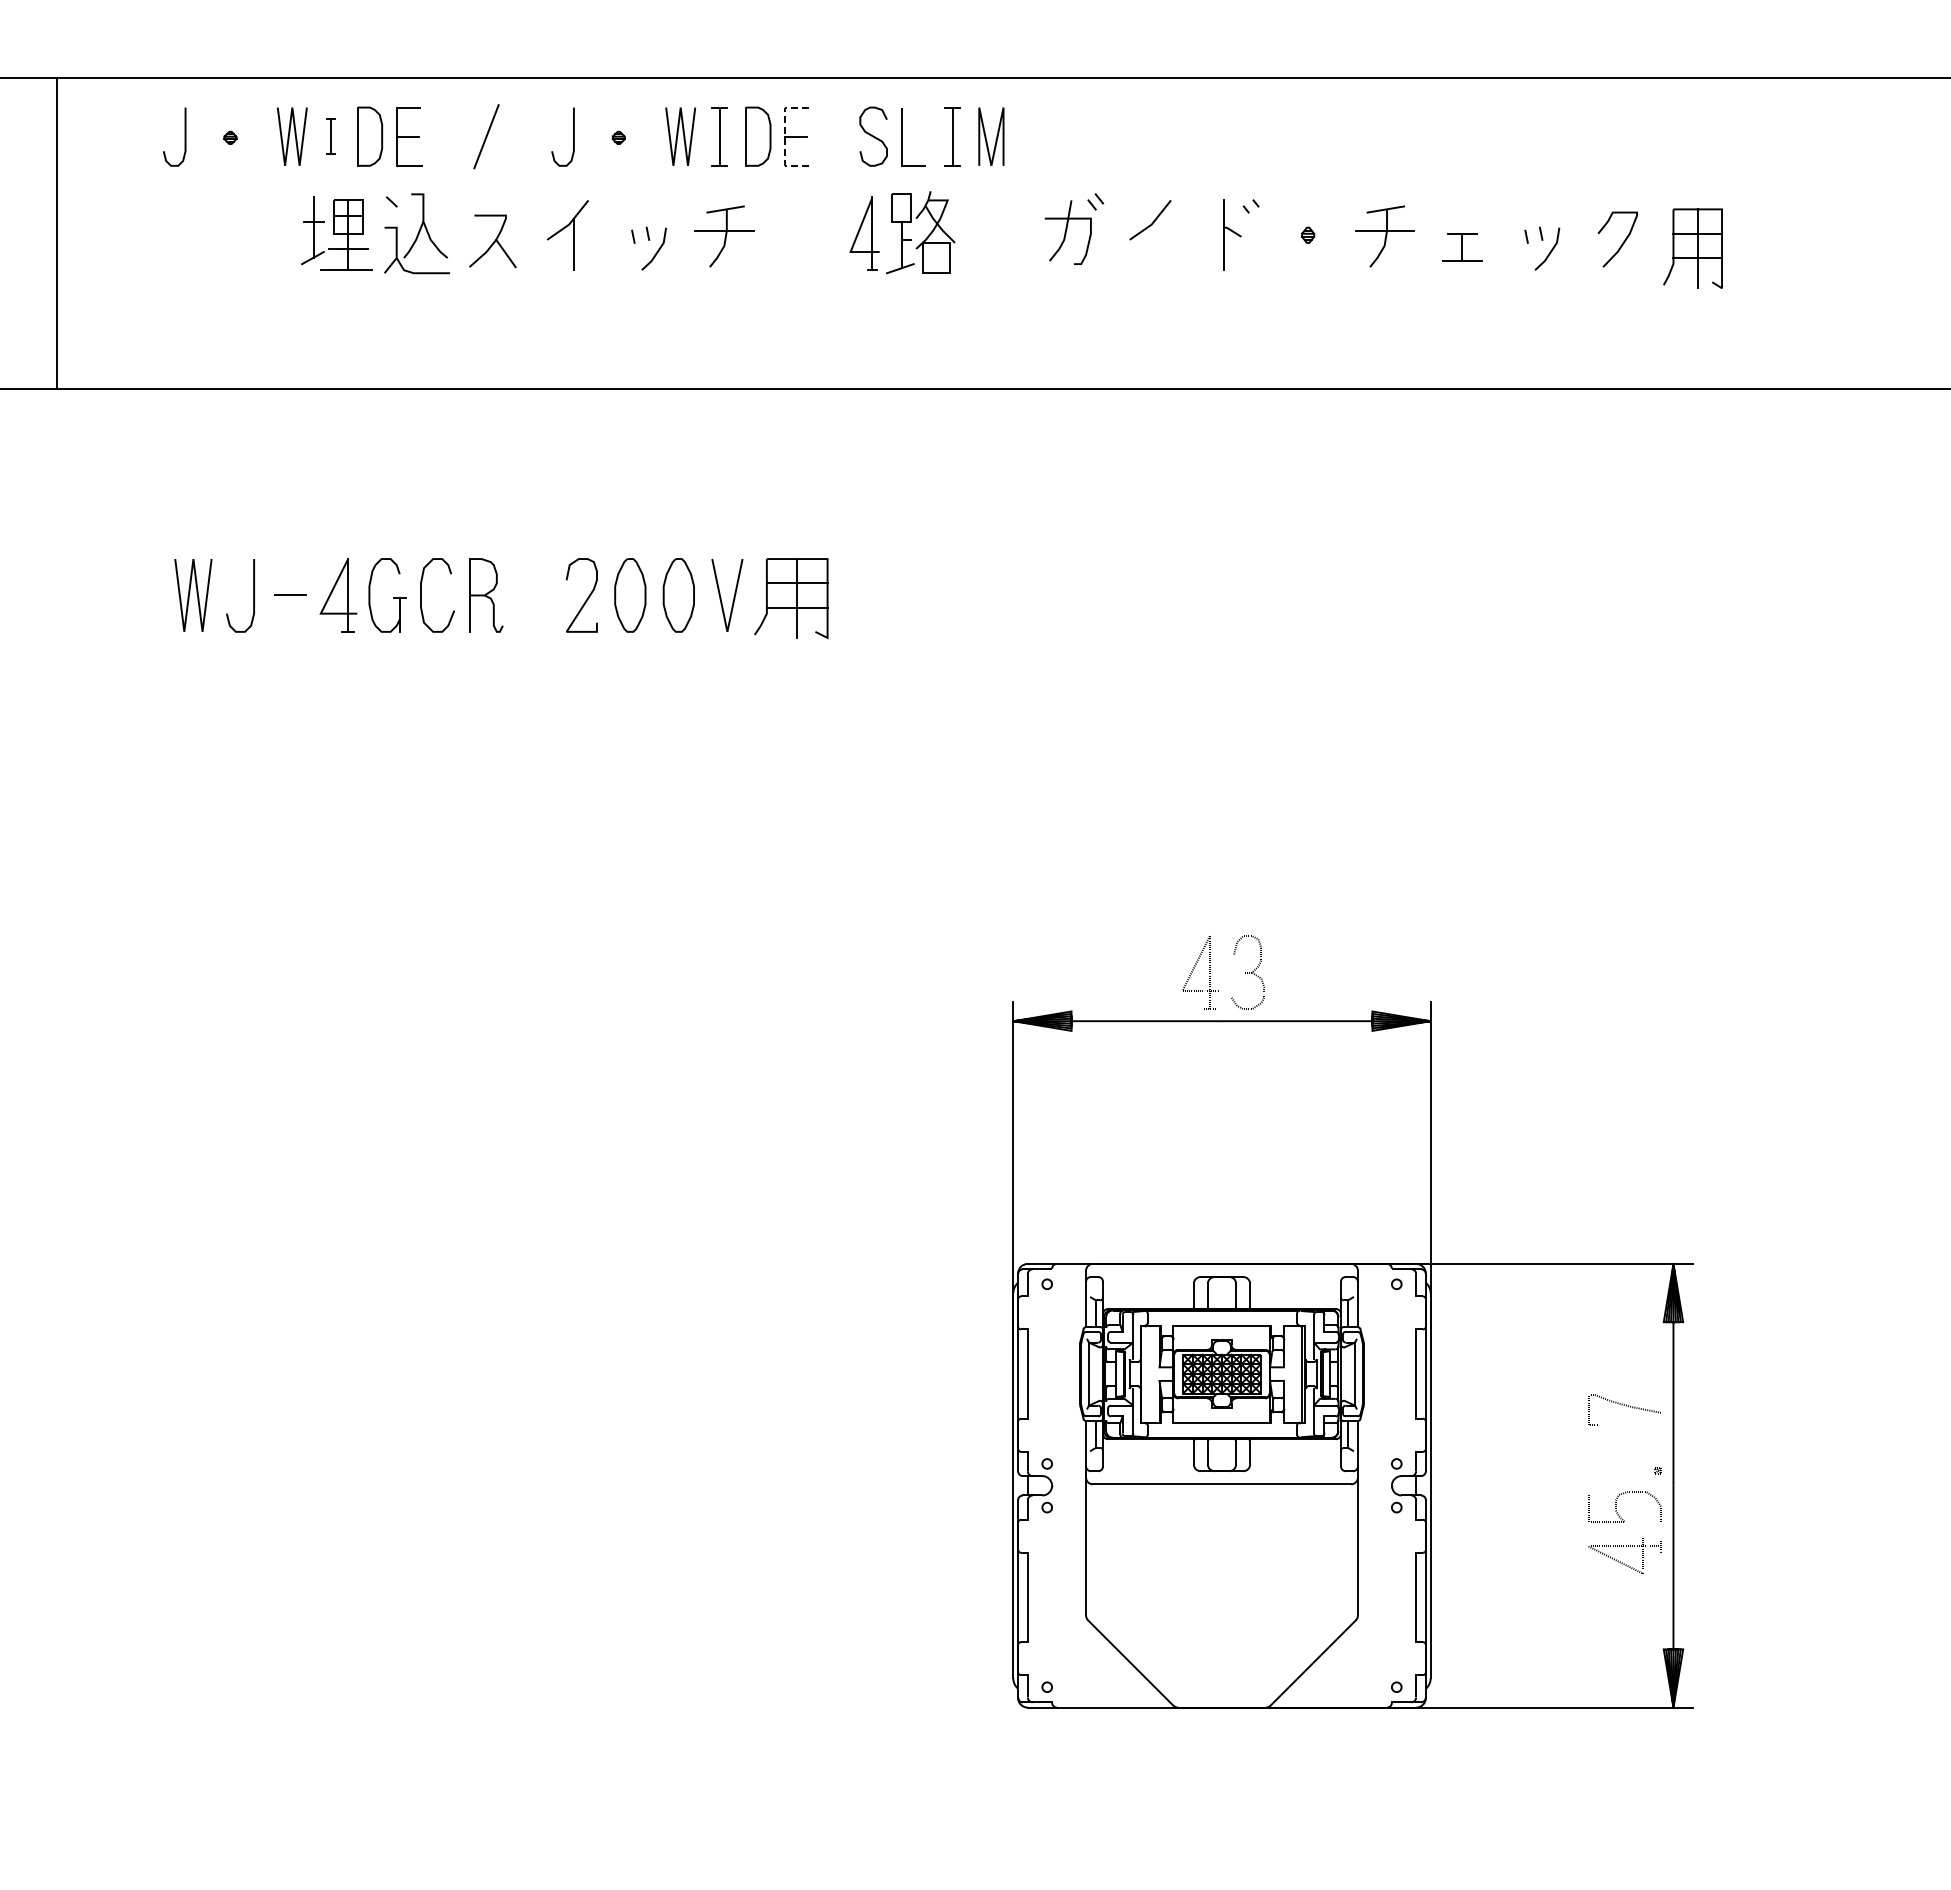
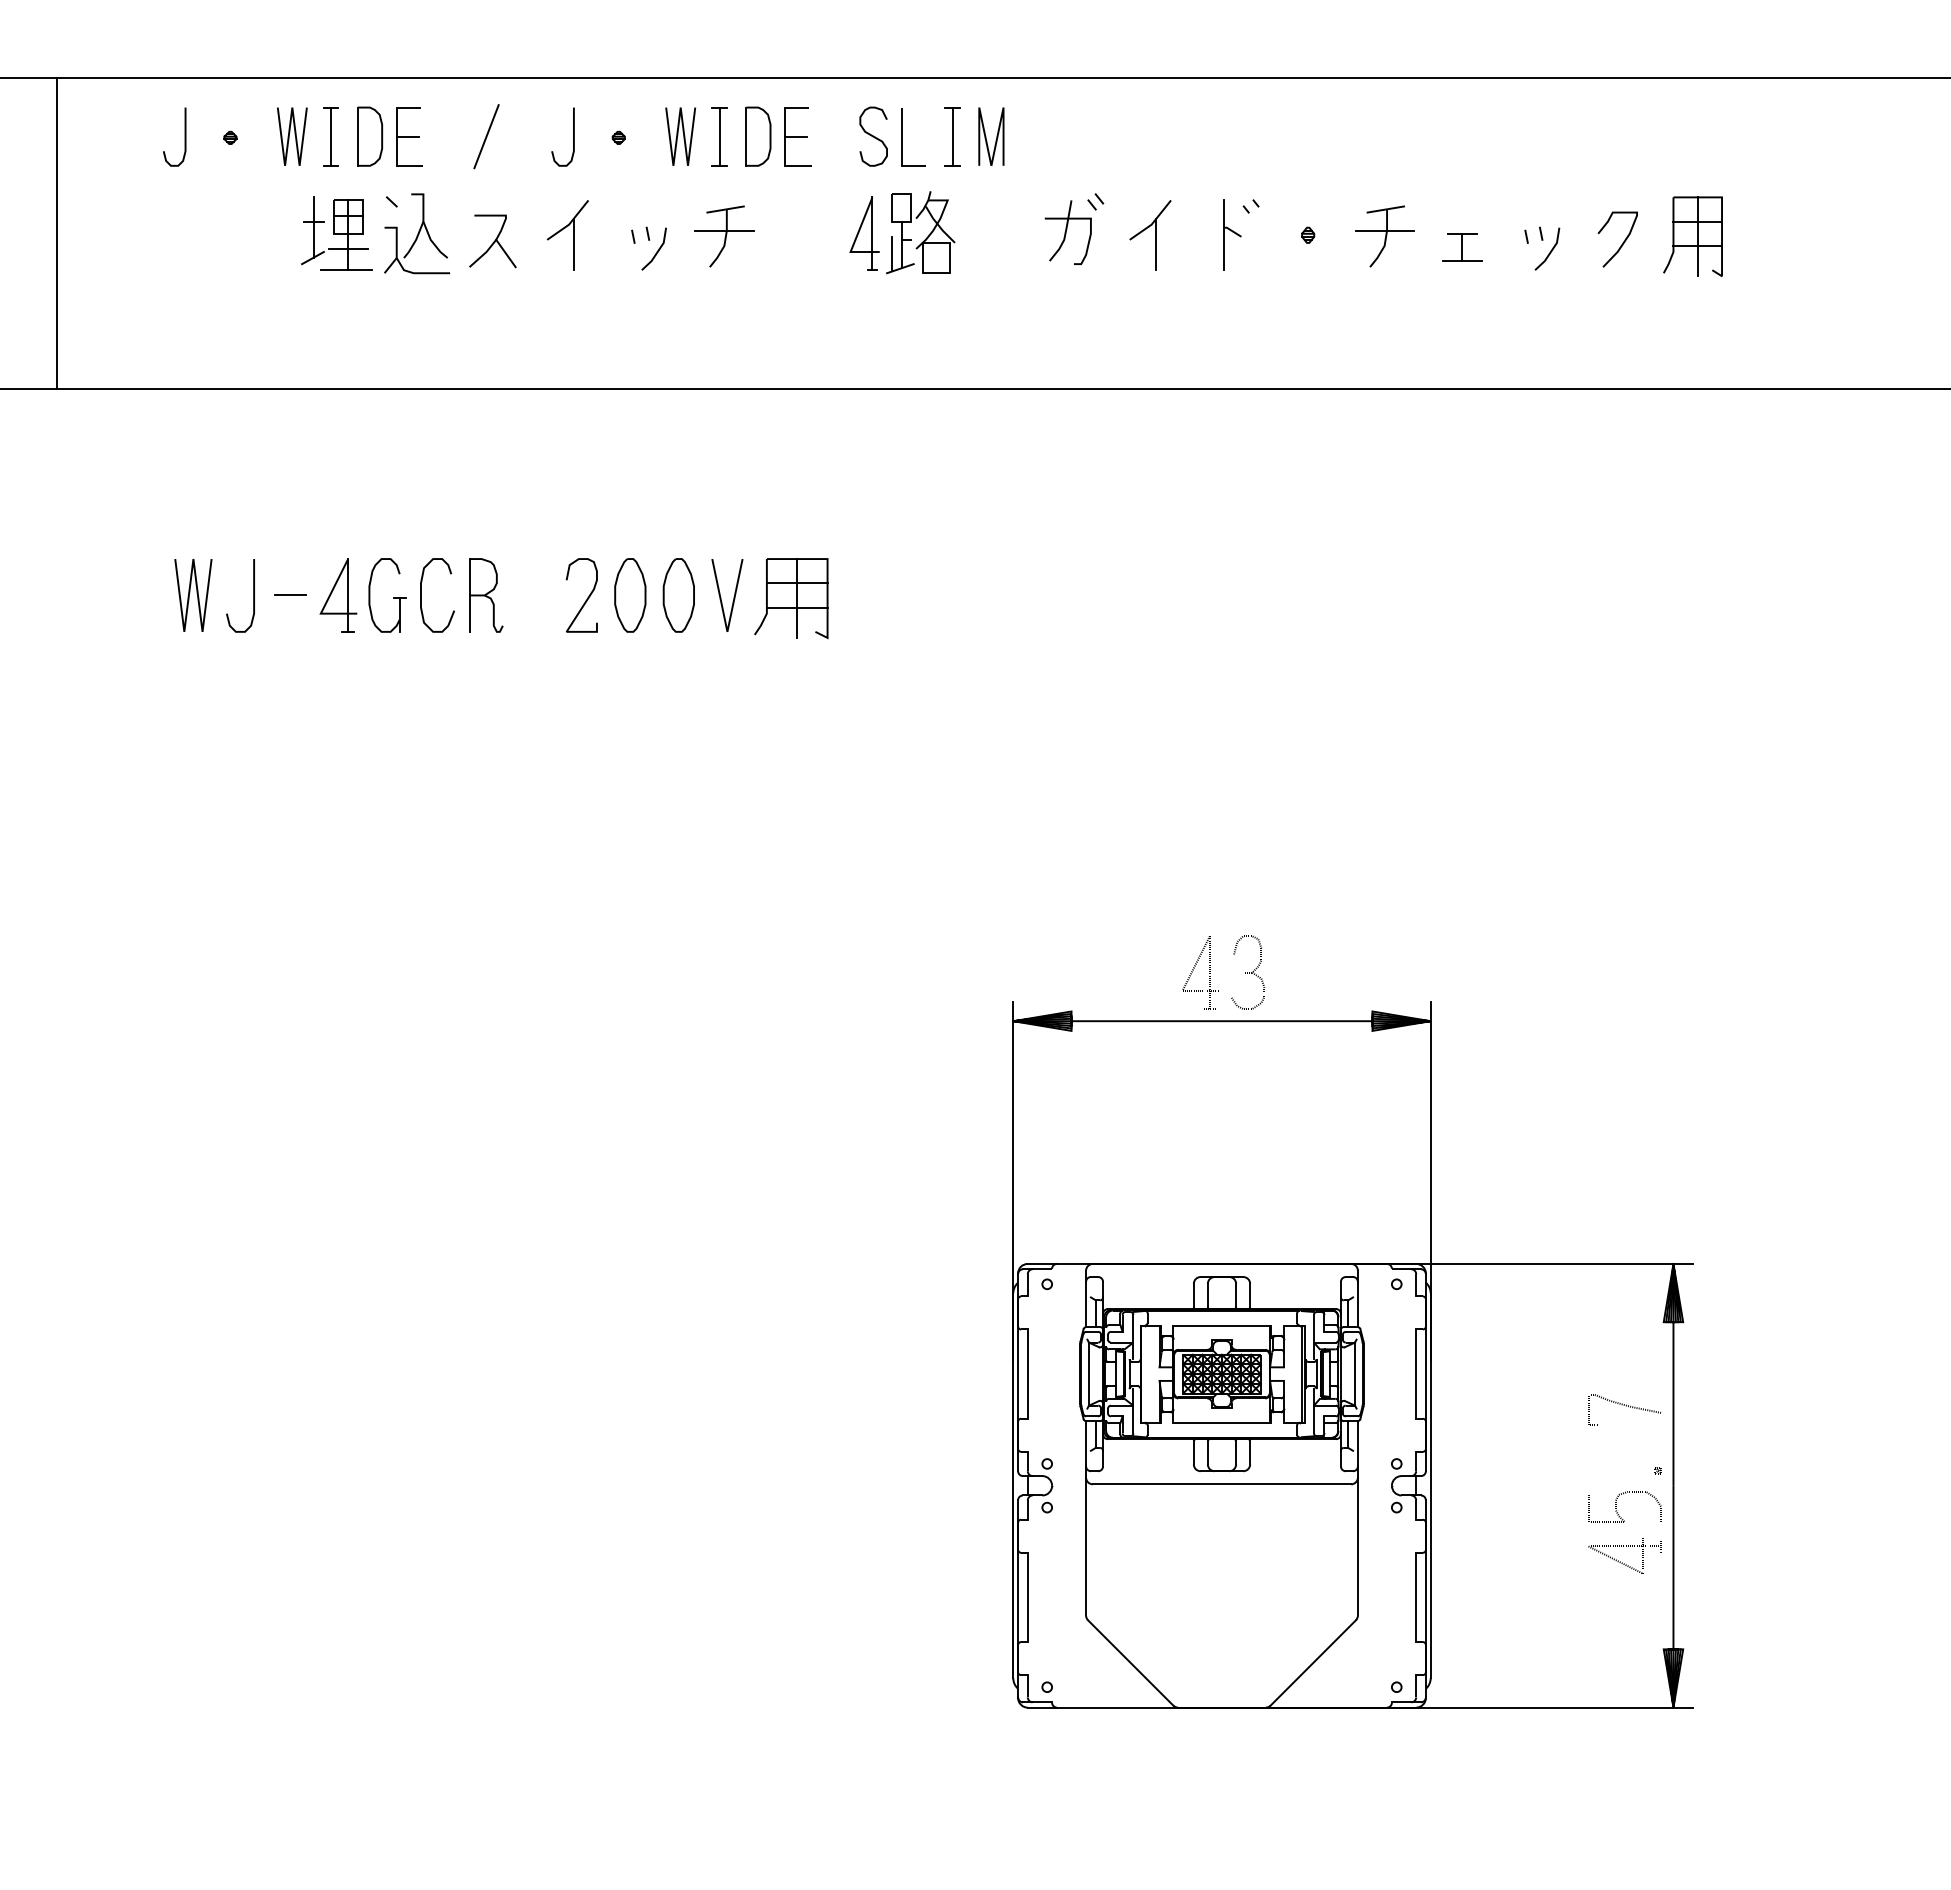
part at (330, 136) size: 10x37 px -> 16x60 px
line at (785, 138): dashed -> solid
line at (1156, 244): none -> present
part at (1692, 248) position: (1692, 248) -> (1692, 236)
line at (891, 253): none -> present
